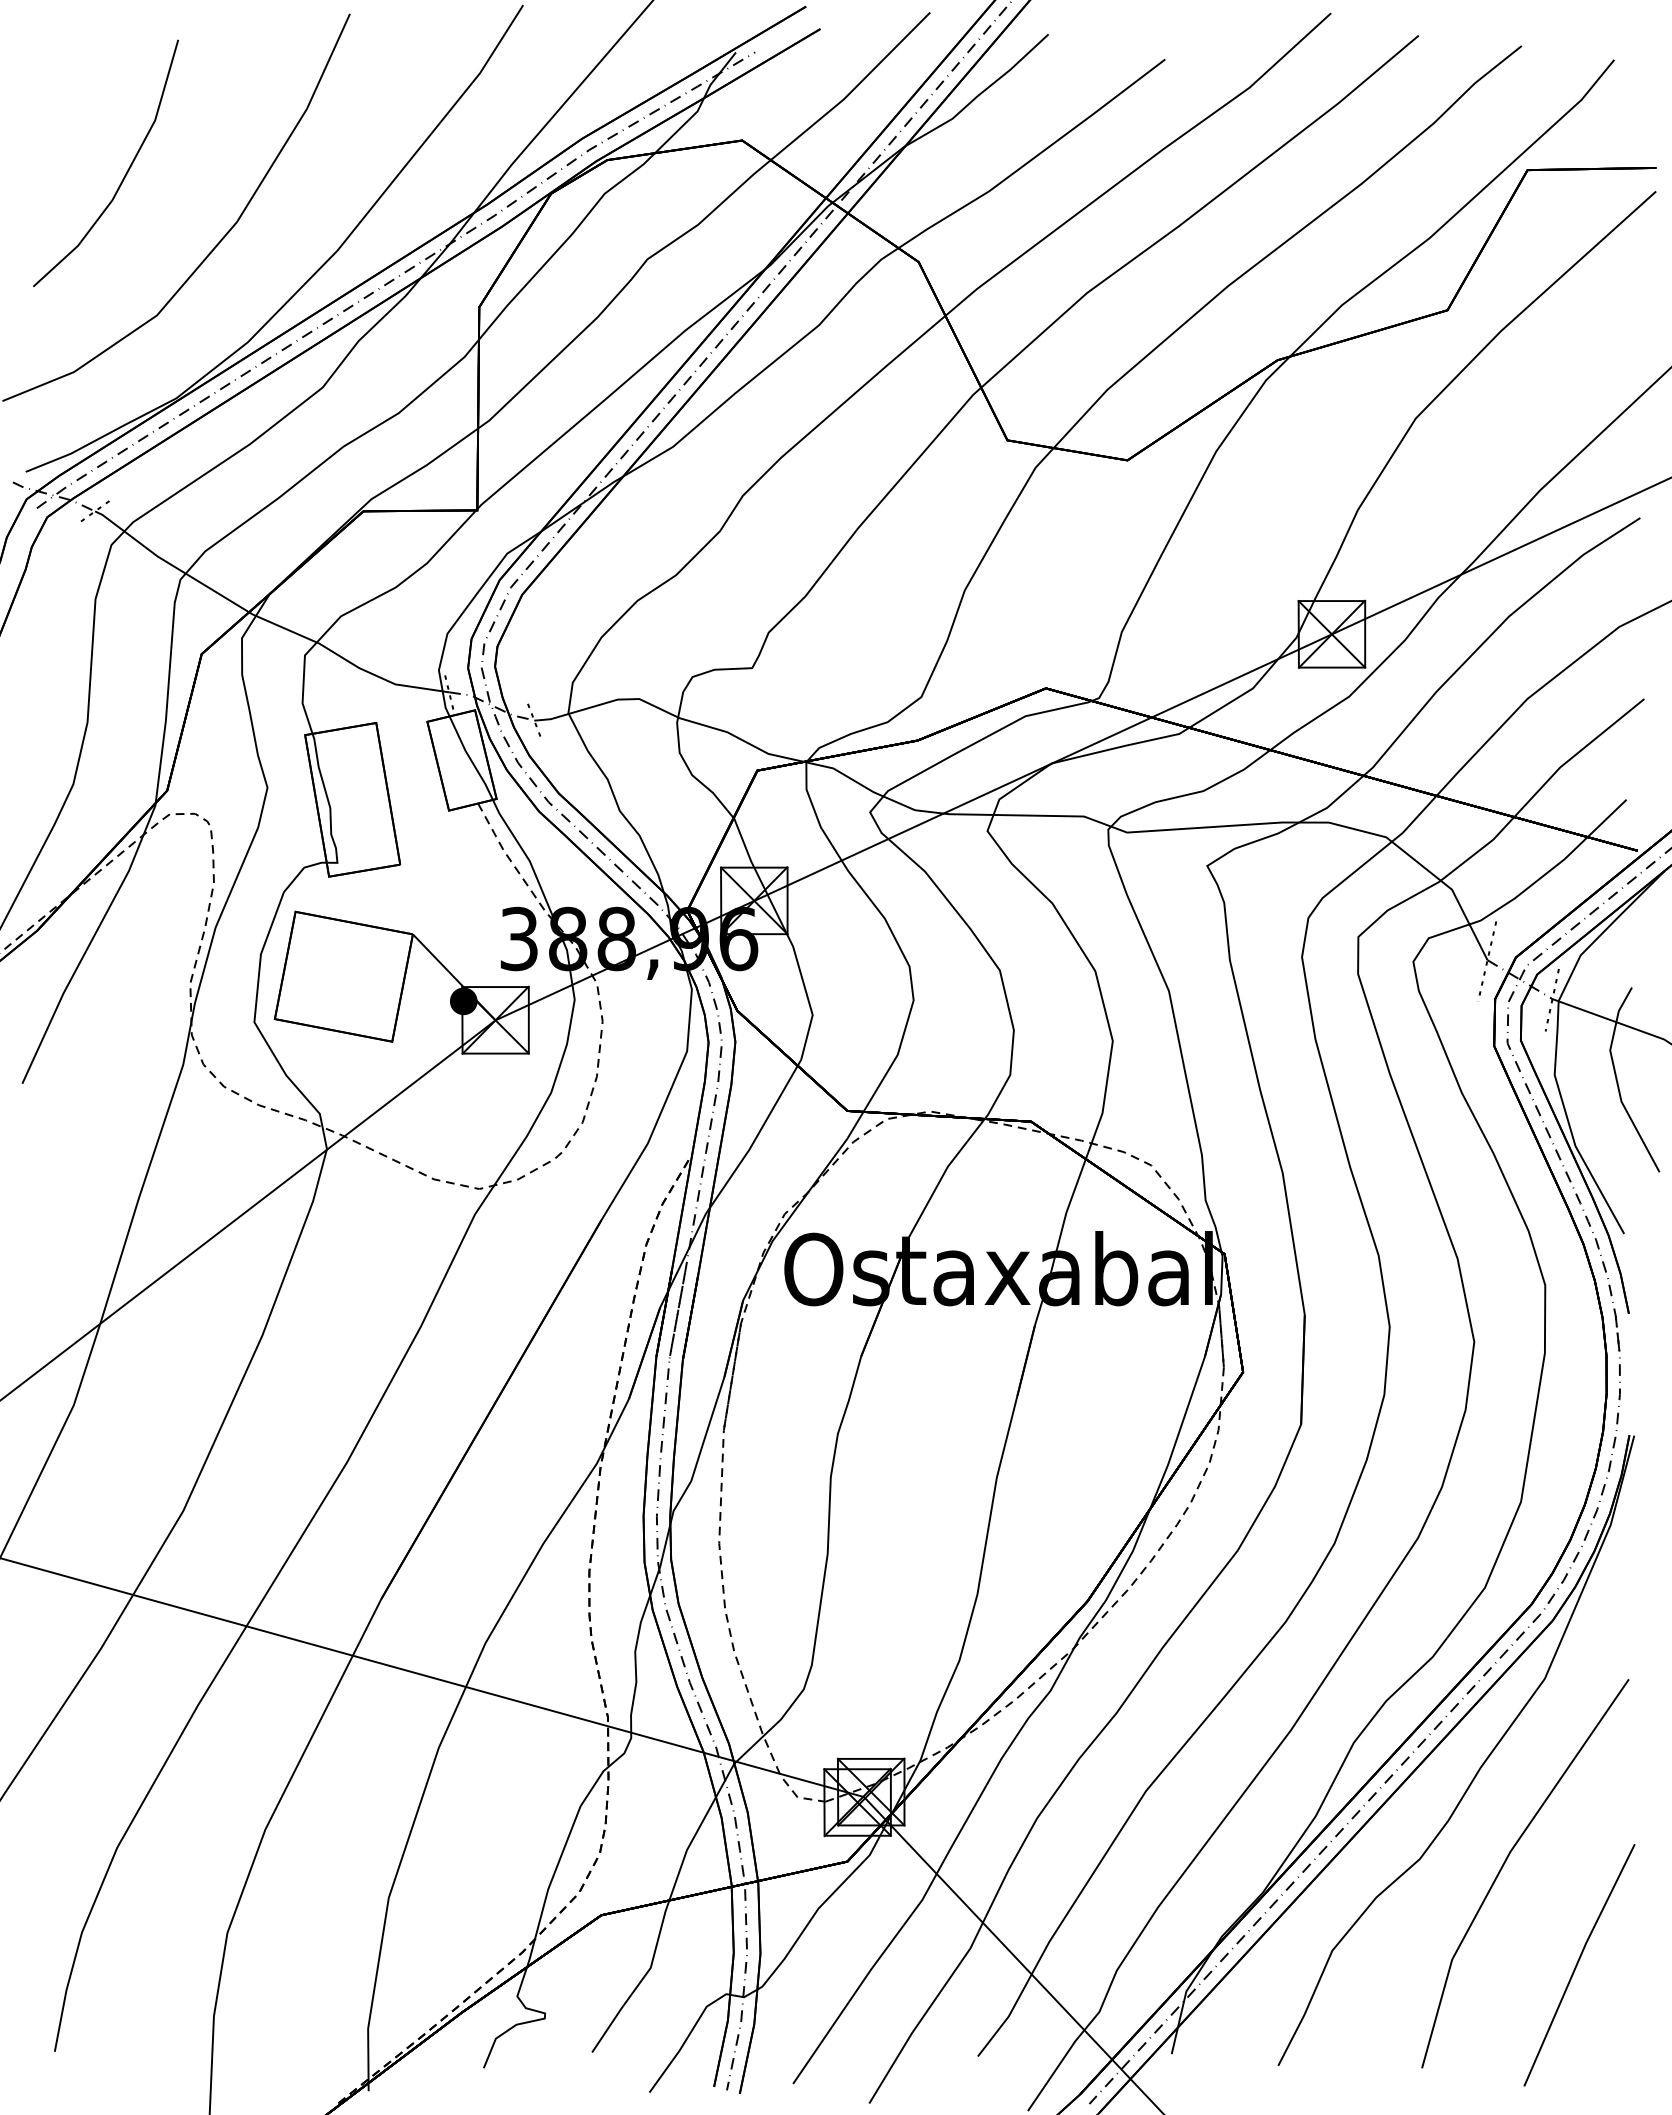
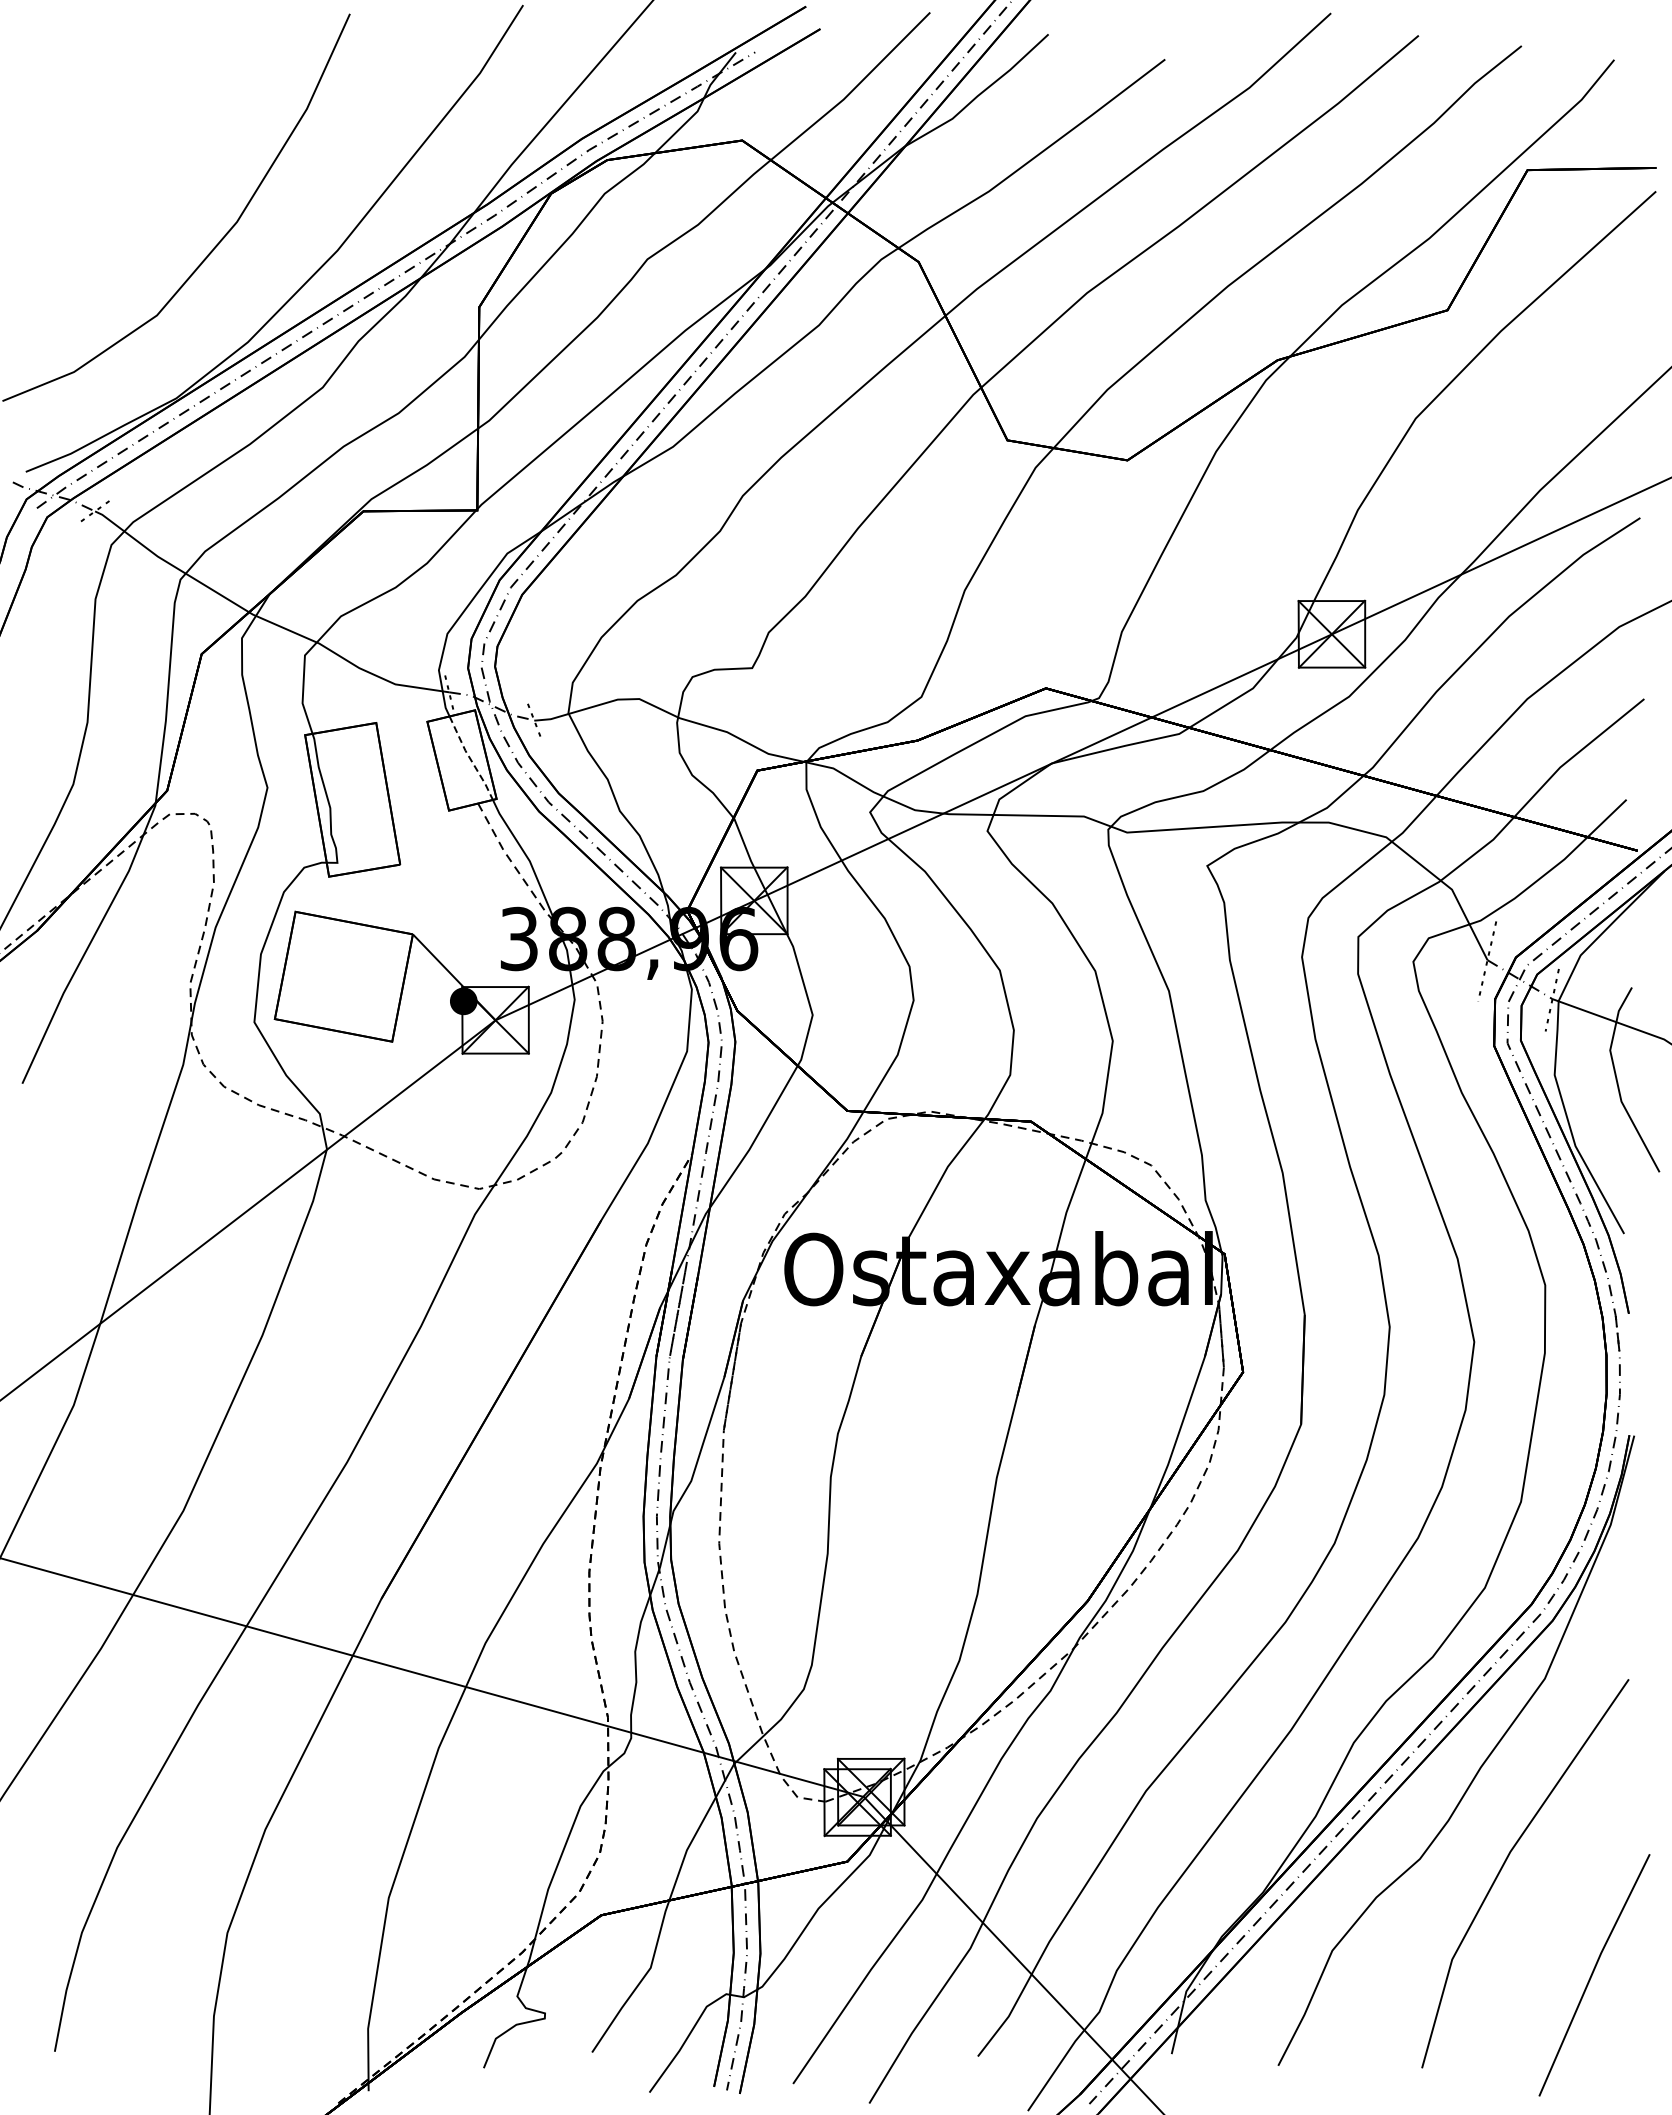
line at (125, 173): present -> none
line at (470, 759): solid -> dashed
line at (1577, 1965) position: (1577, 1965) -> (1592, 1975)
